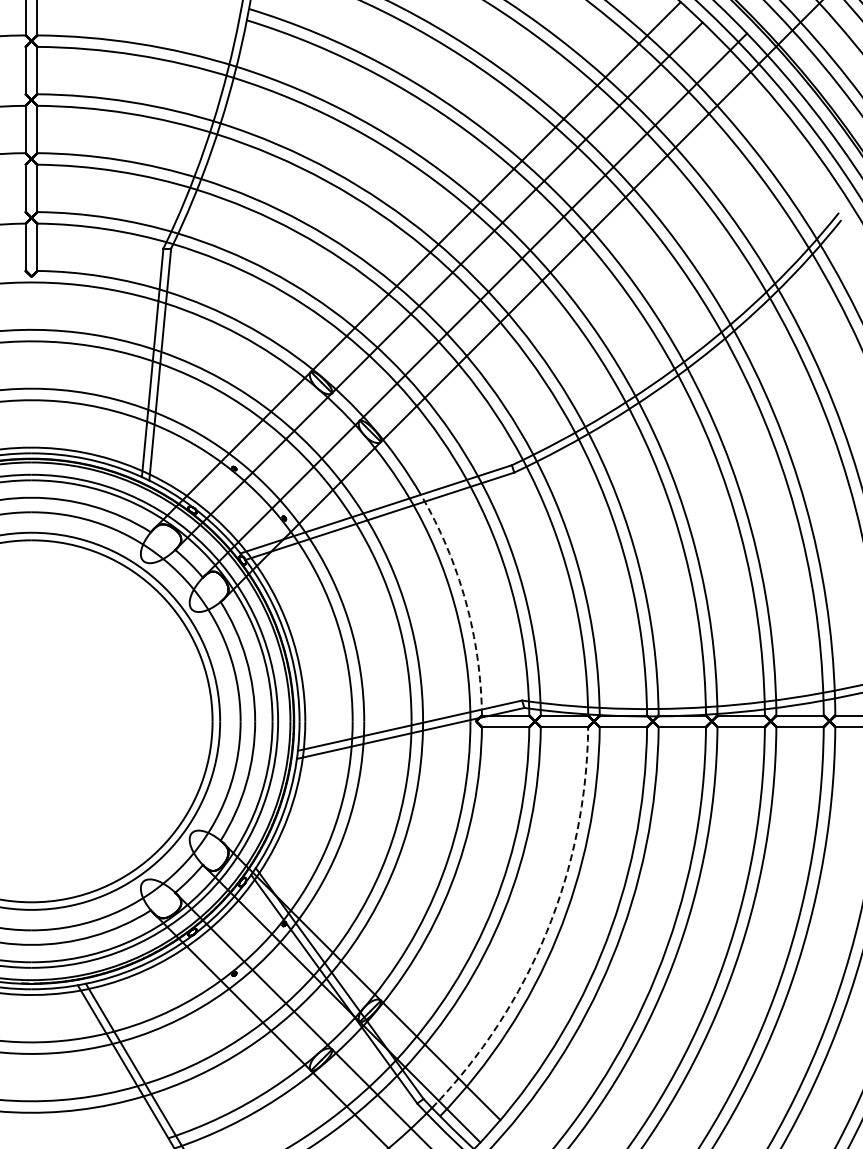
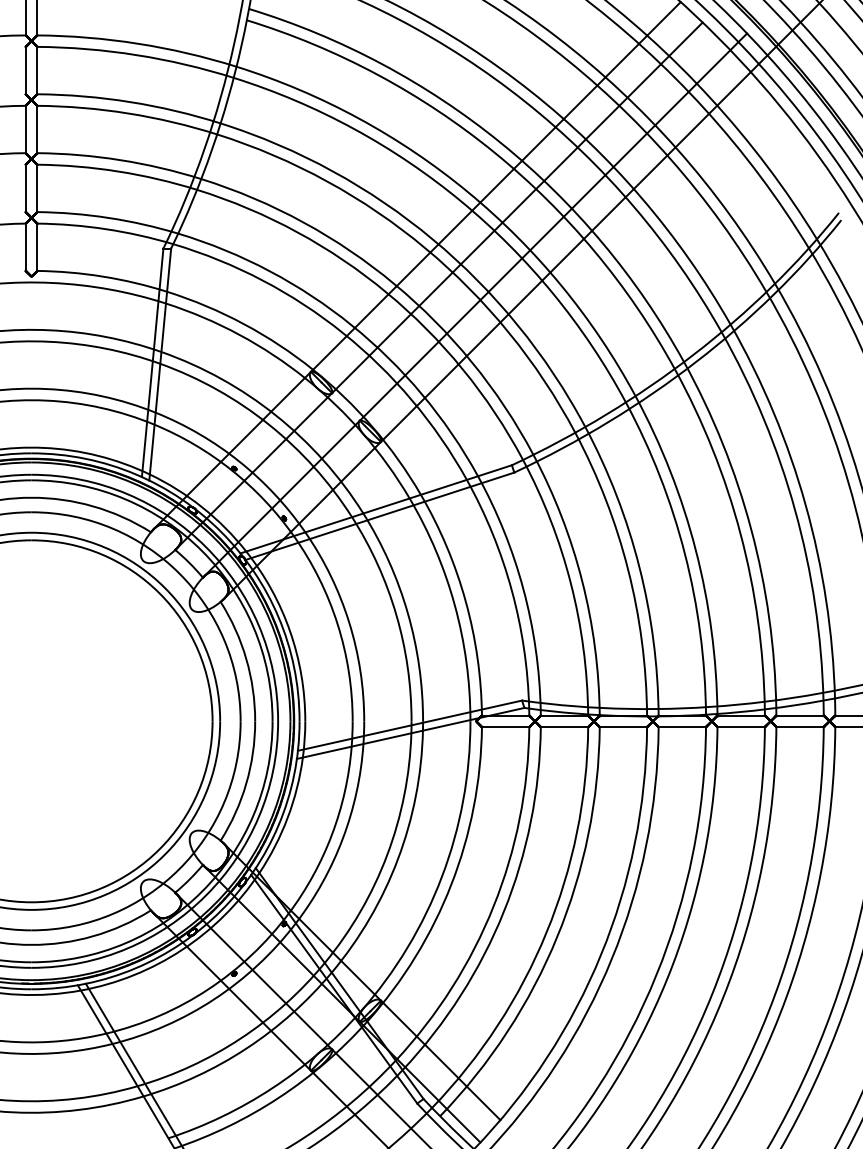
arc at (465, 601): dashed -> solid
arc at (546, 932): dashed -> solid
